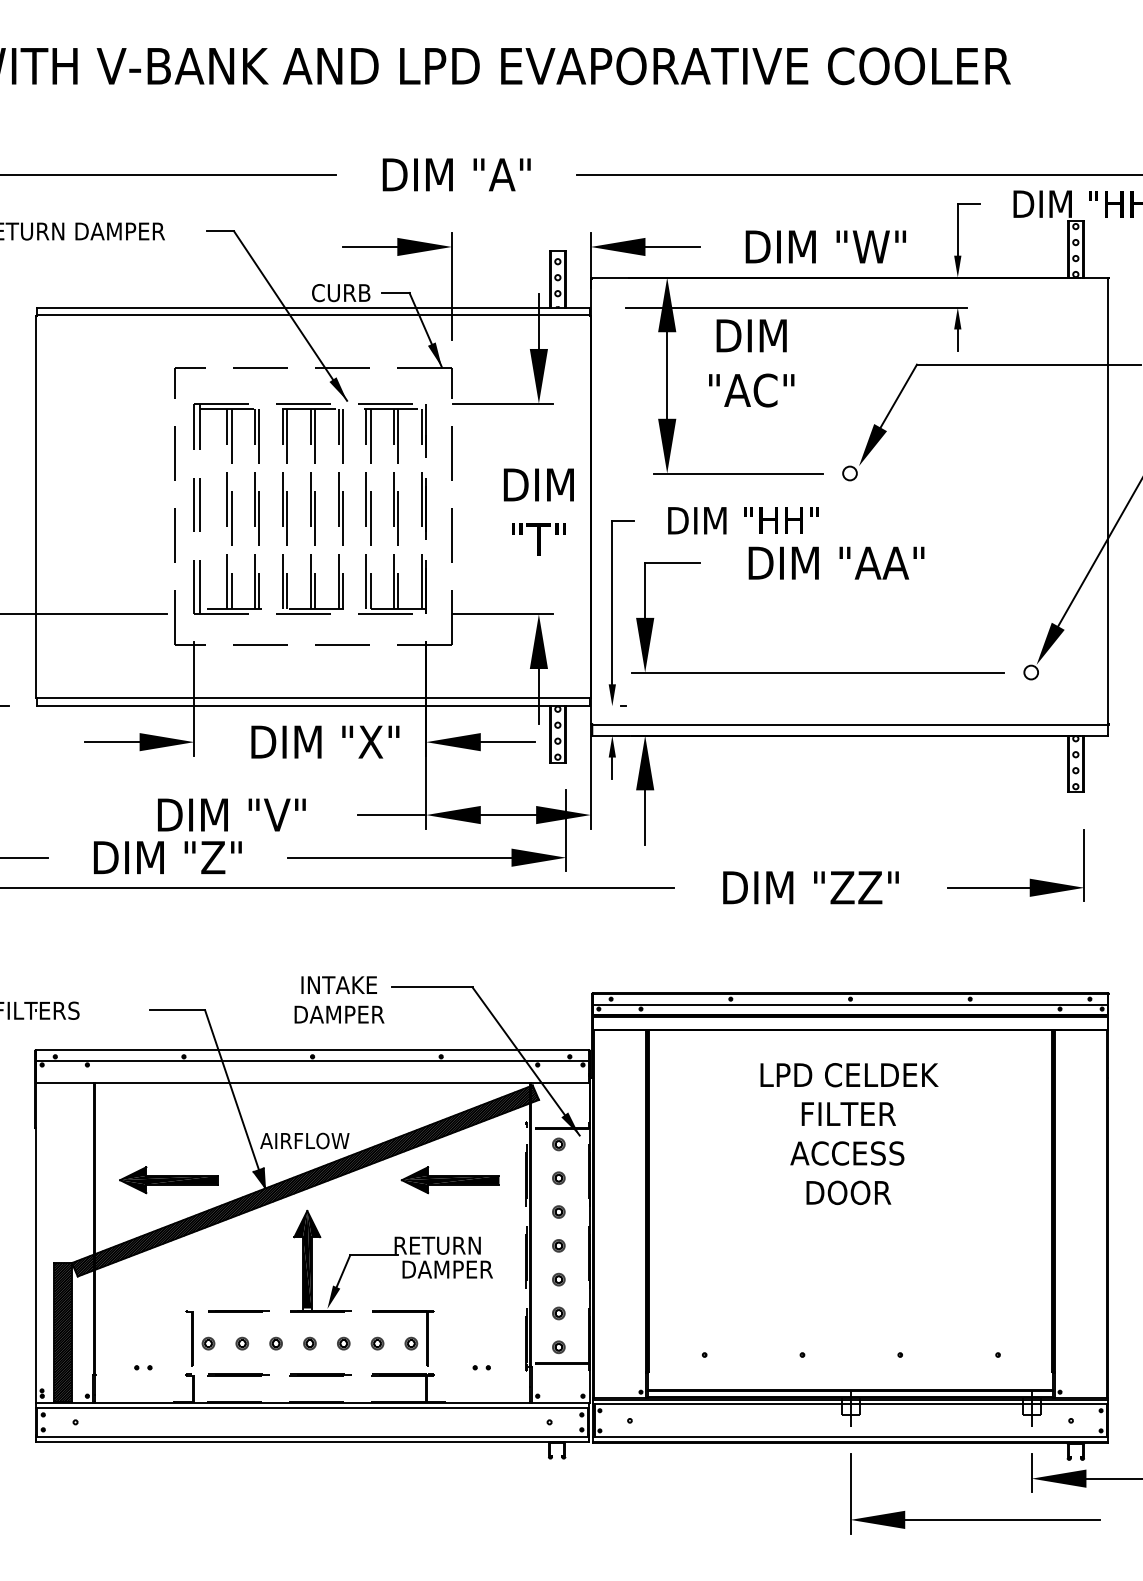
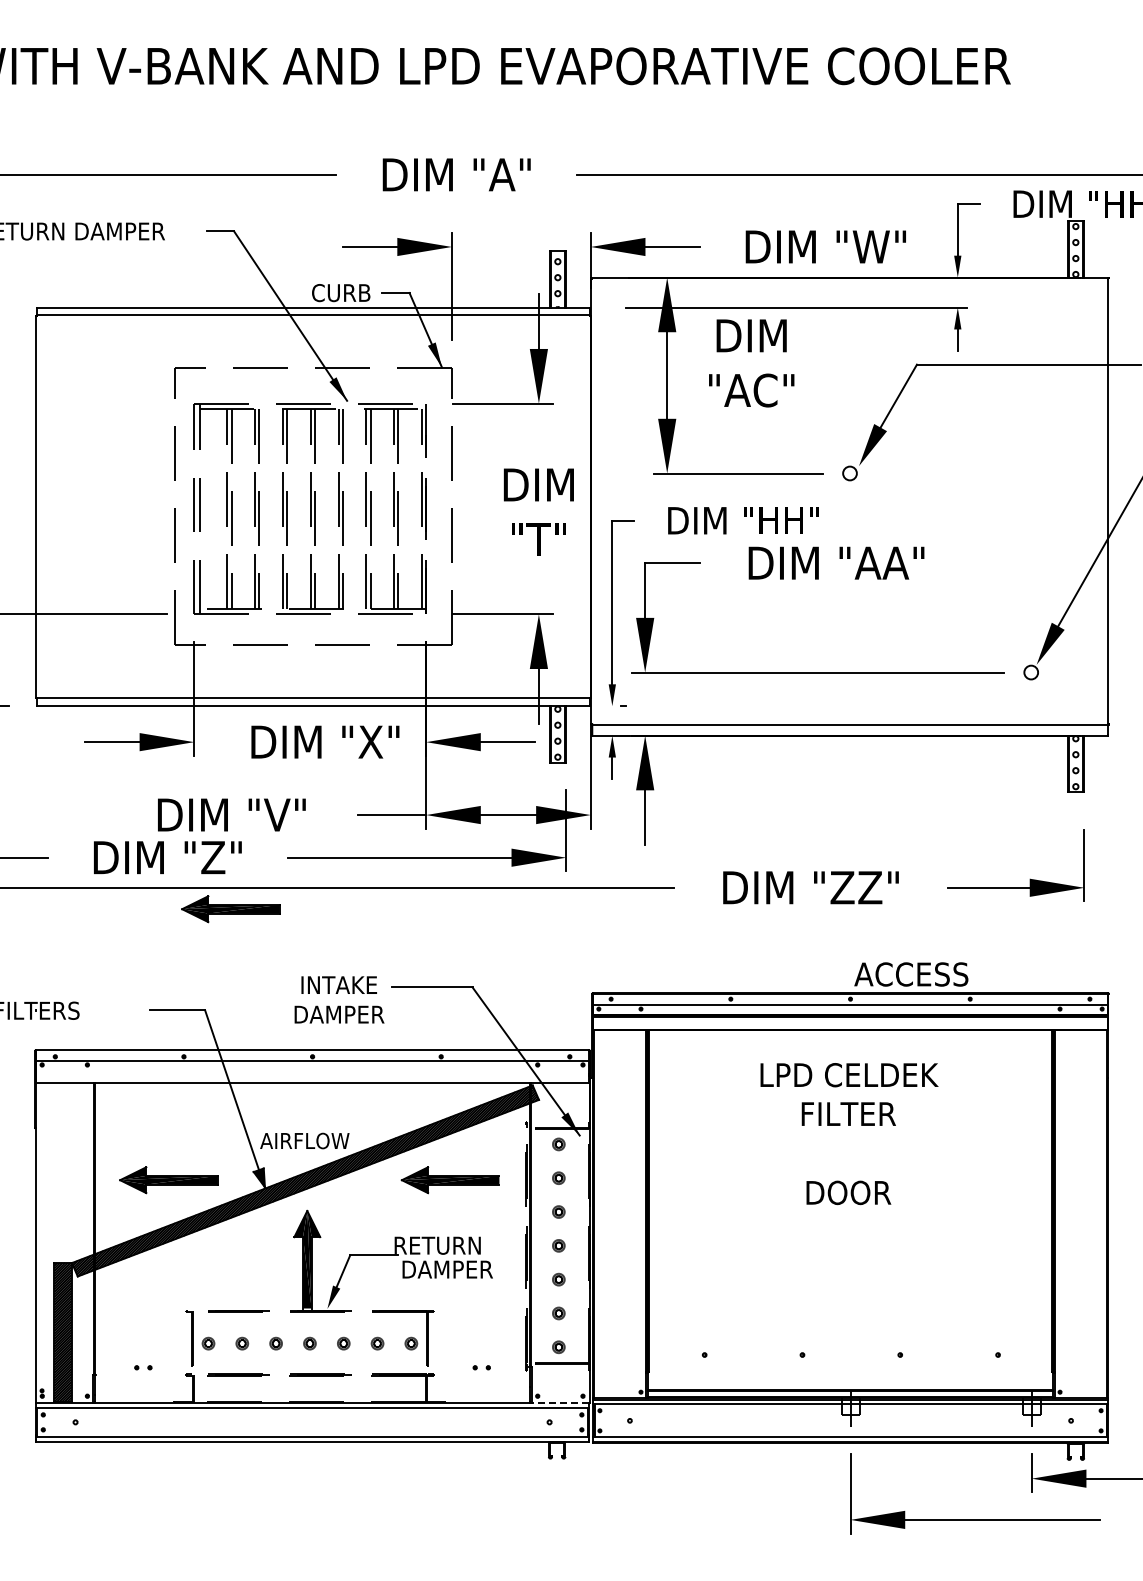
part at (230, 909): none -> present
text at (847, 1153) position: (847, 1153) -> (911, 974)
line at (559, 1402): solid -> dashed
